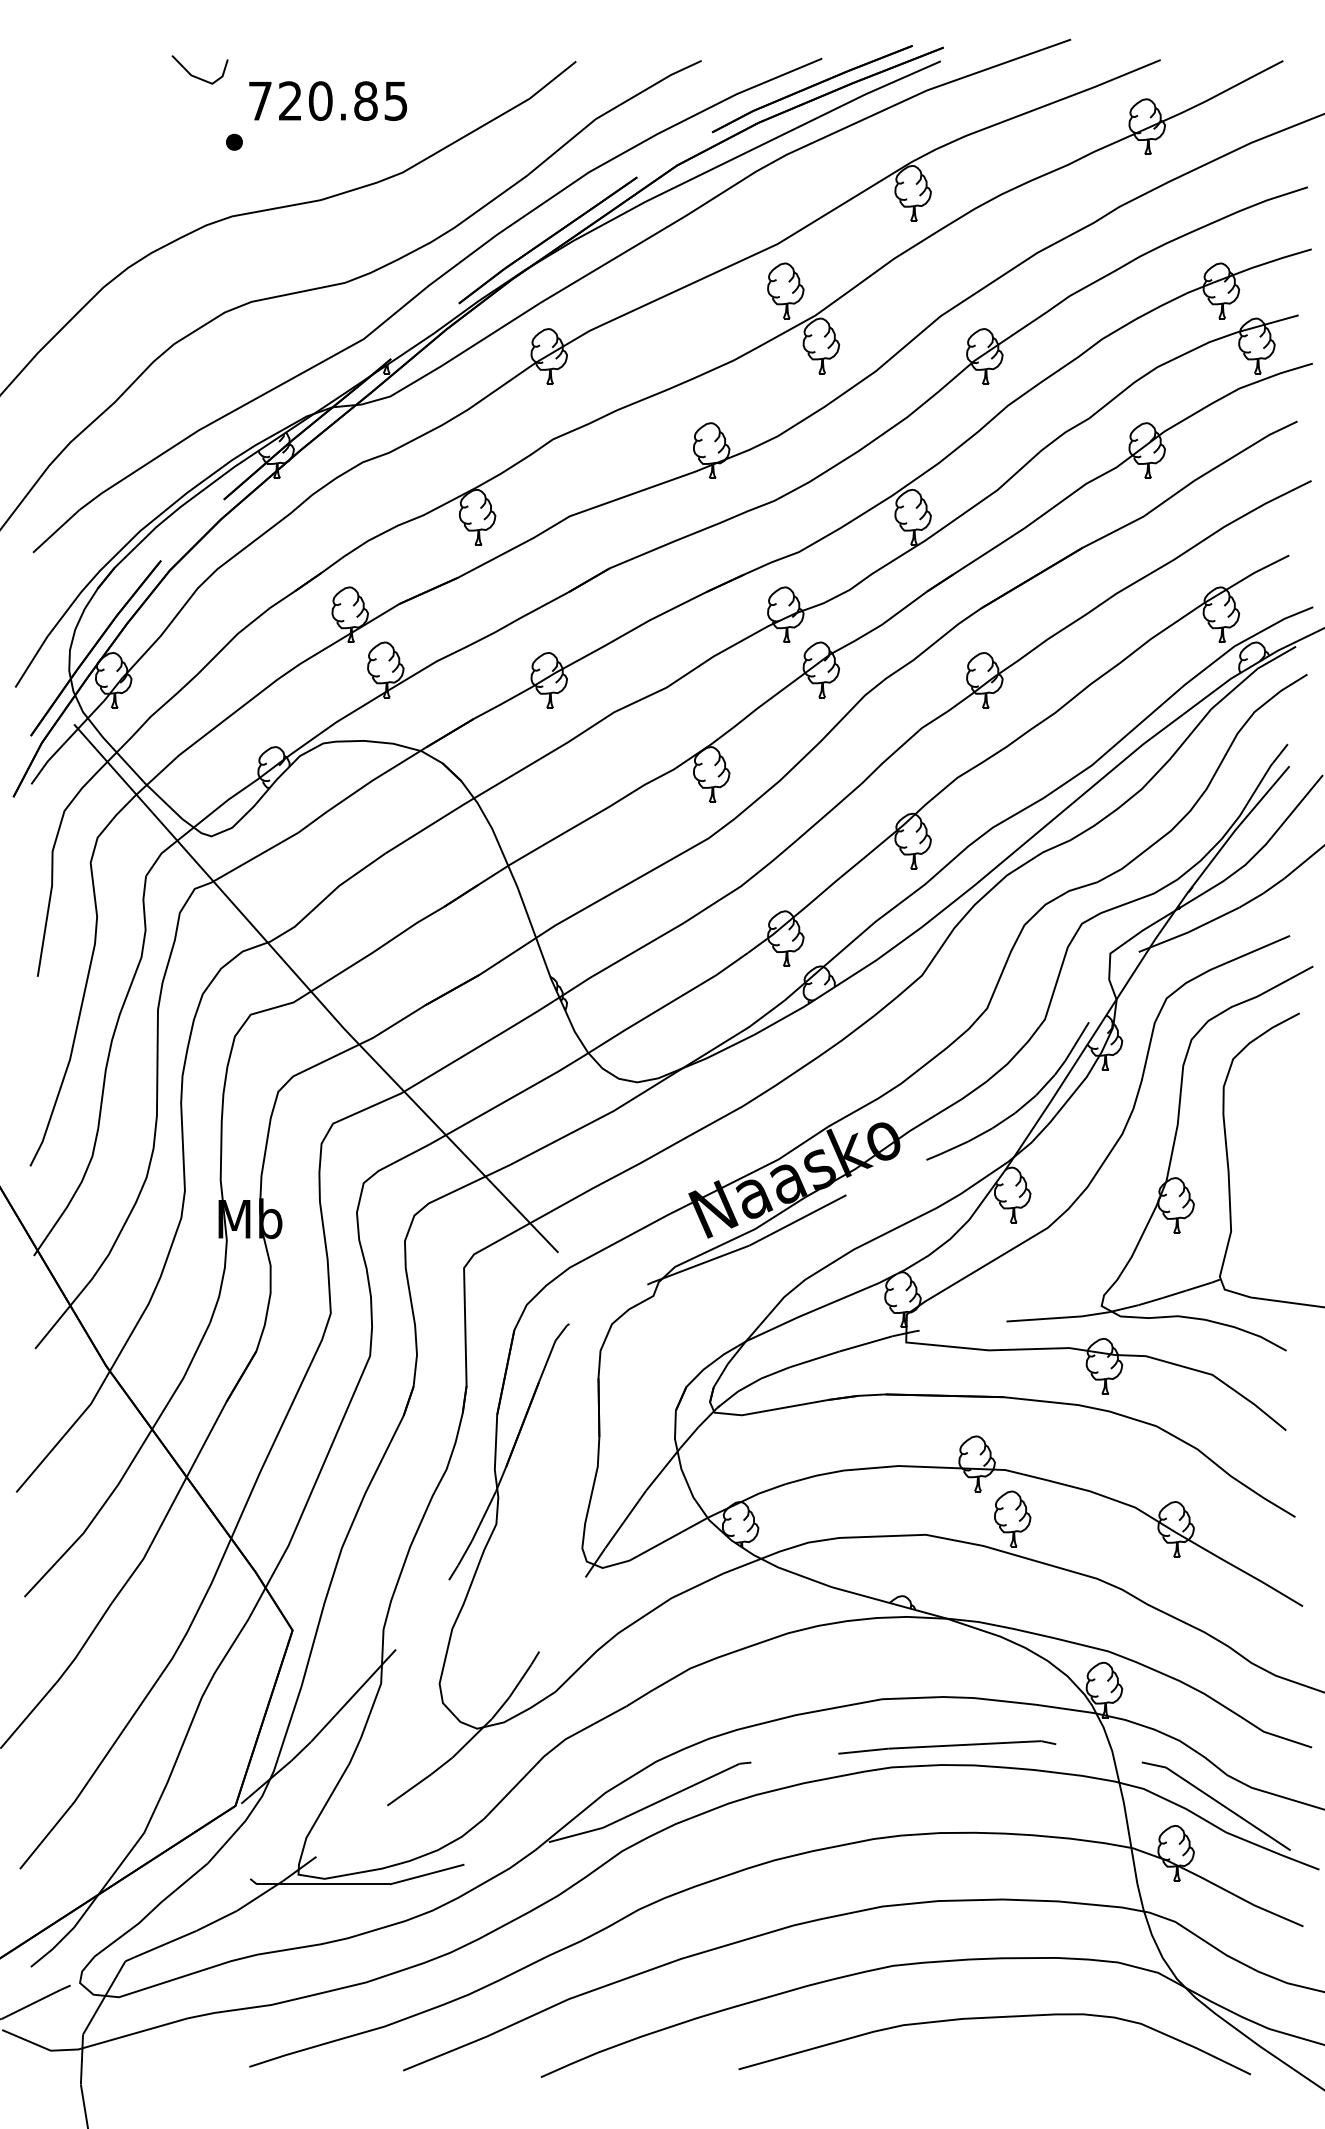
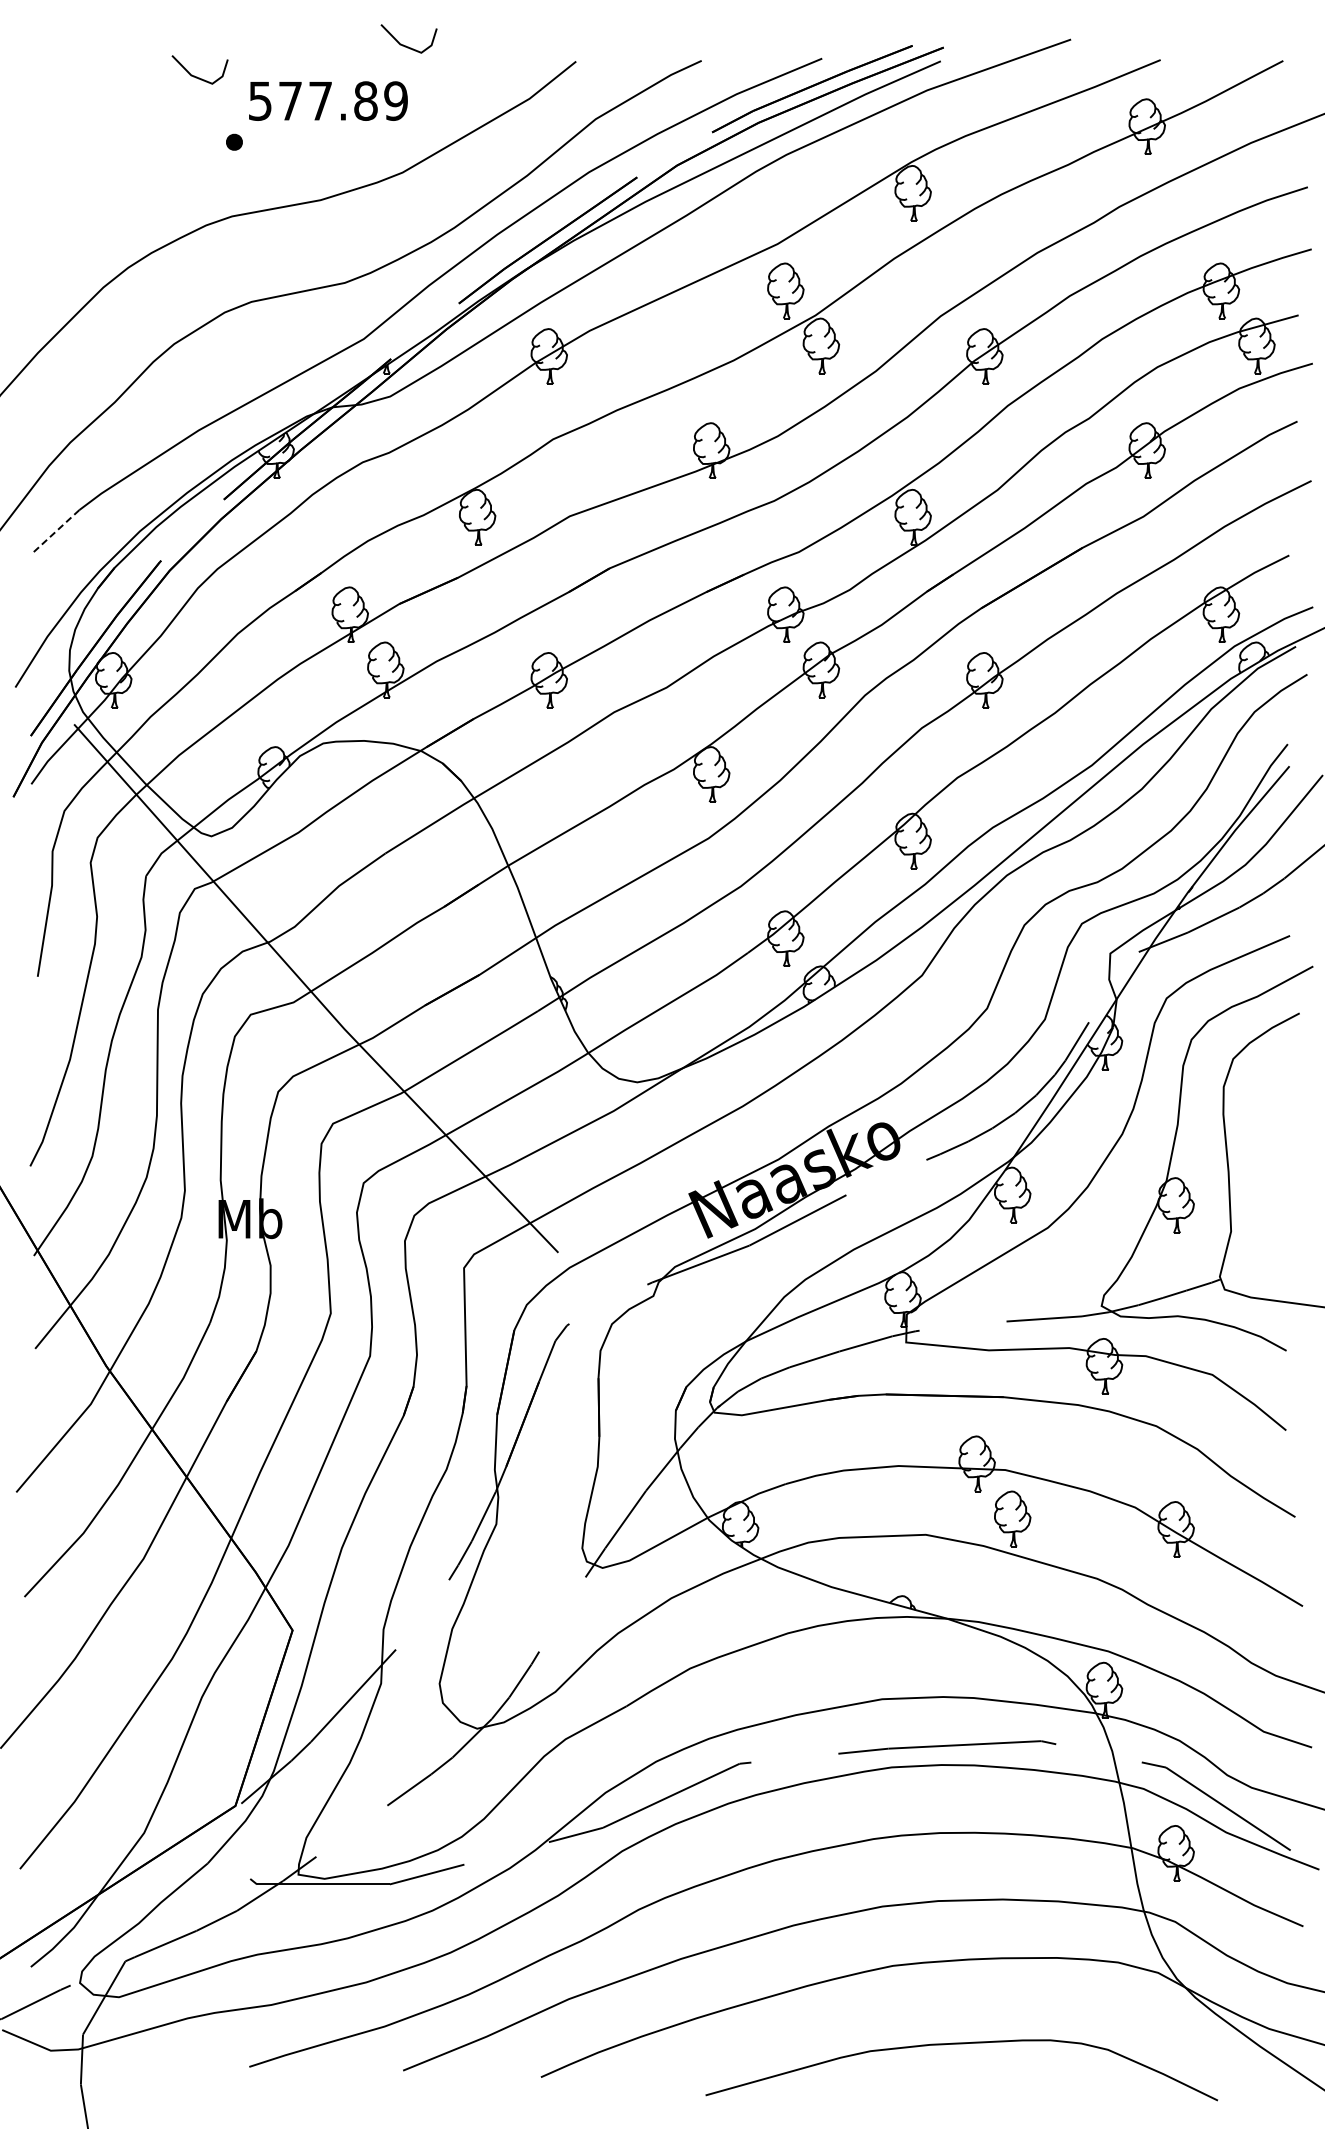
line at (406, 45): none -> present
text at (328, 100): 720.85 -> 577.89
line at (55, 531): solid -> dashed
curve at (994, 2018) position: (994, 2018) -> (961, 2044)
